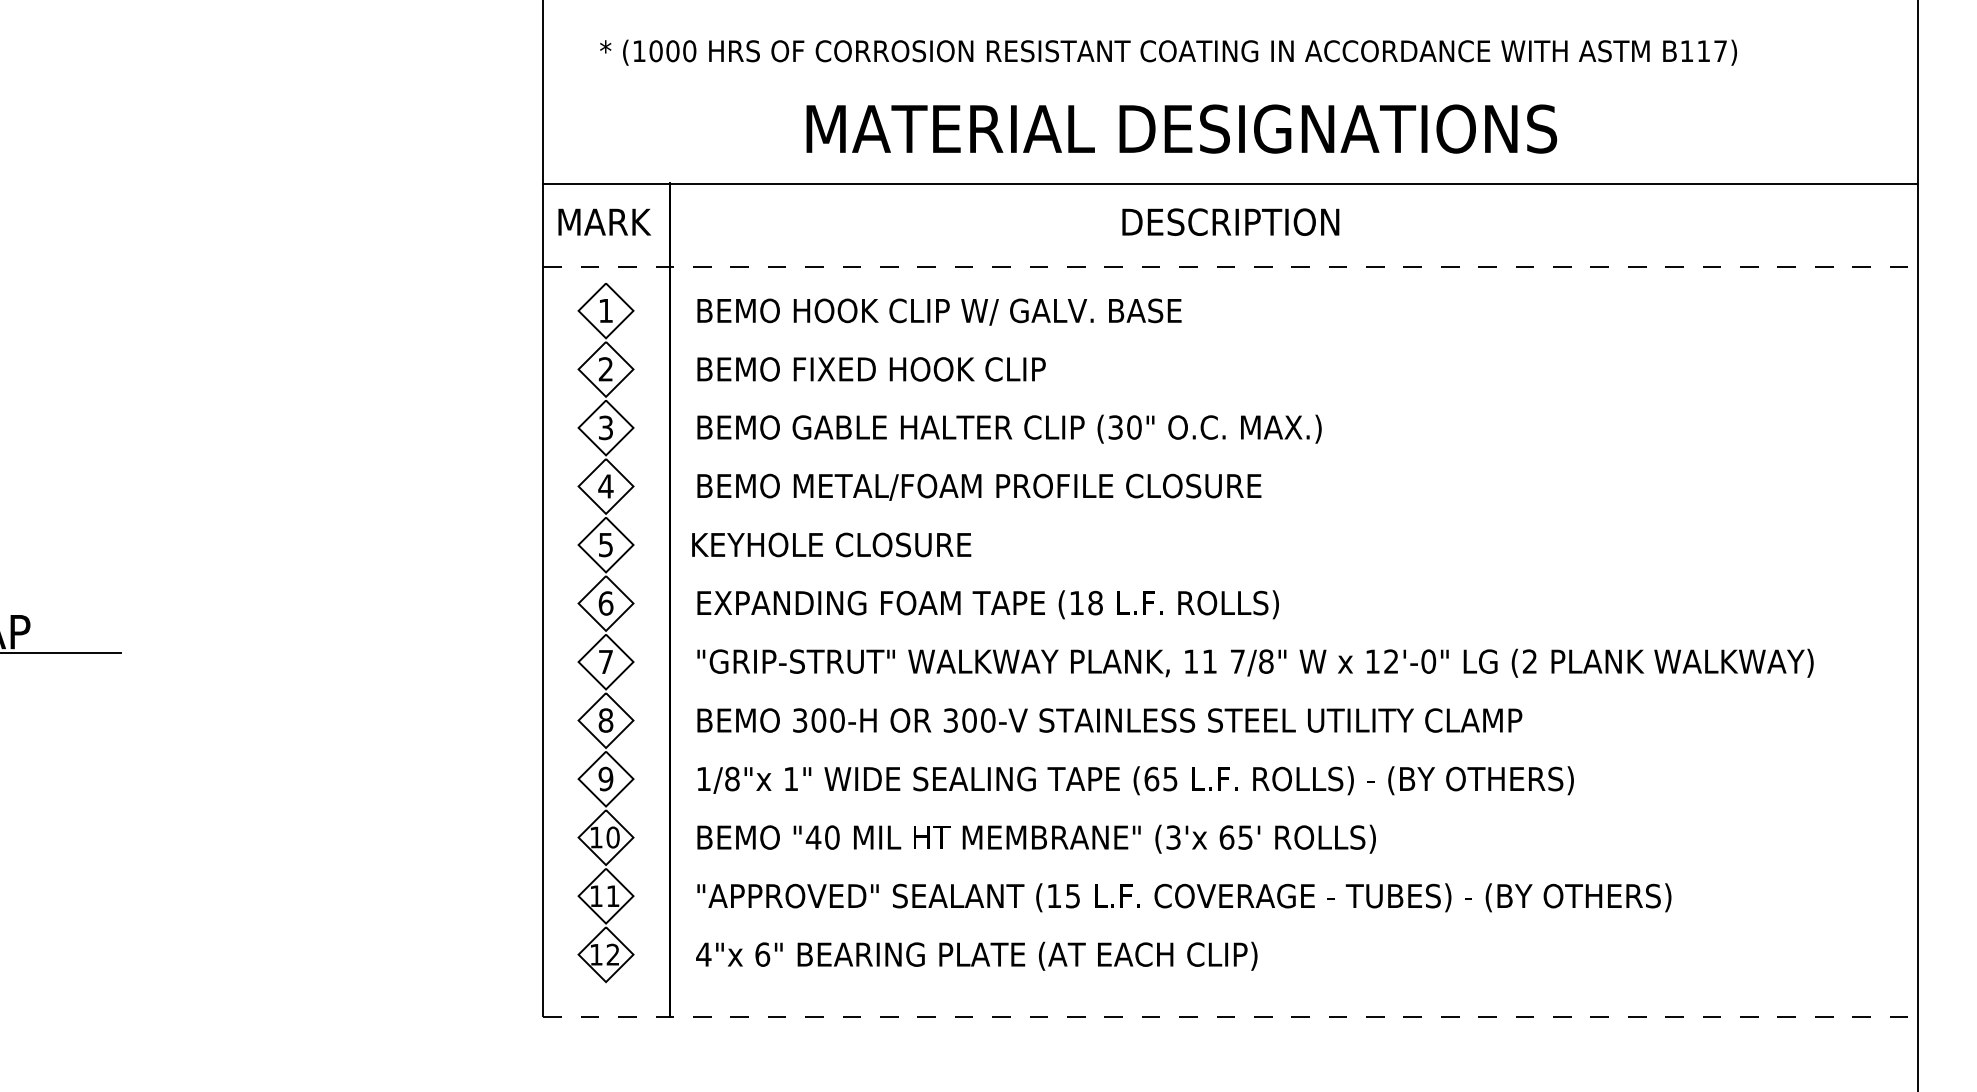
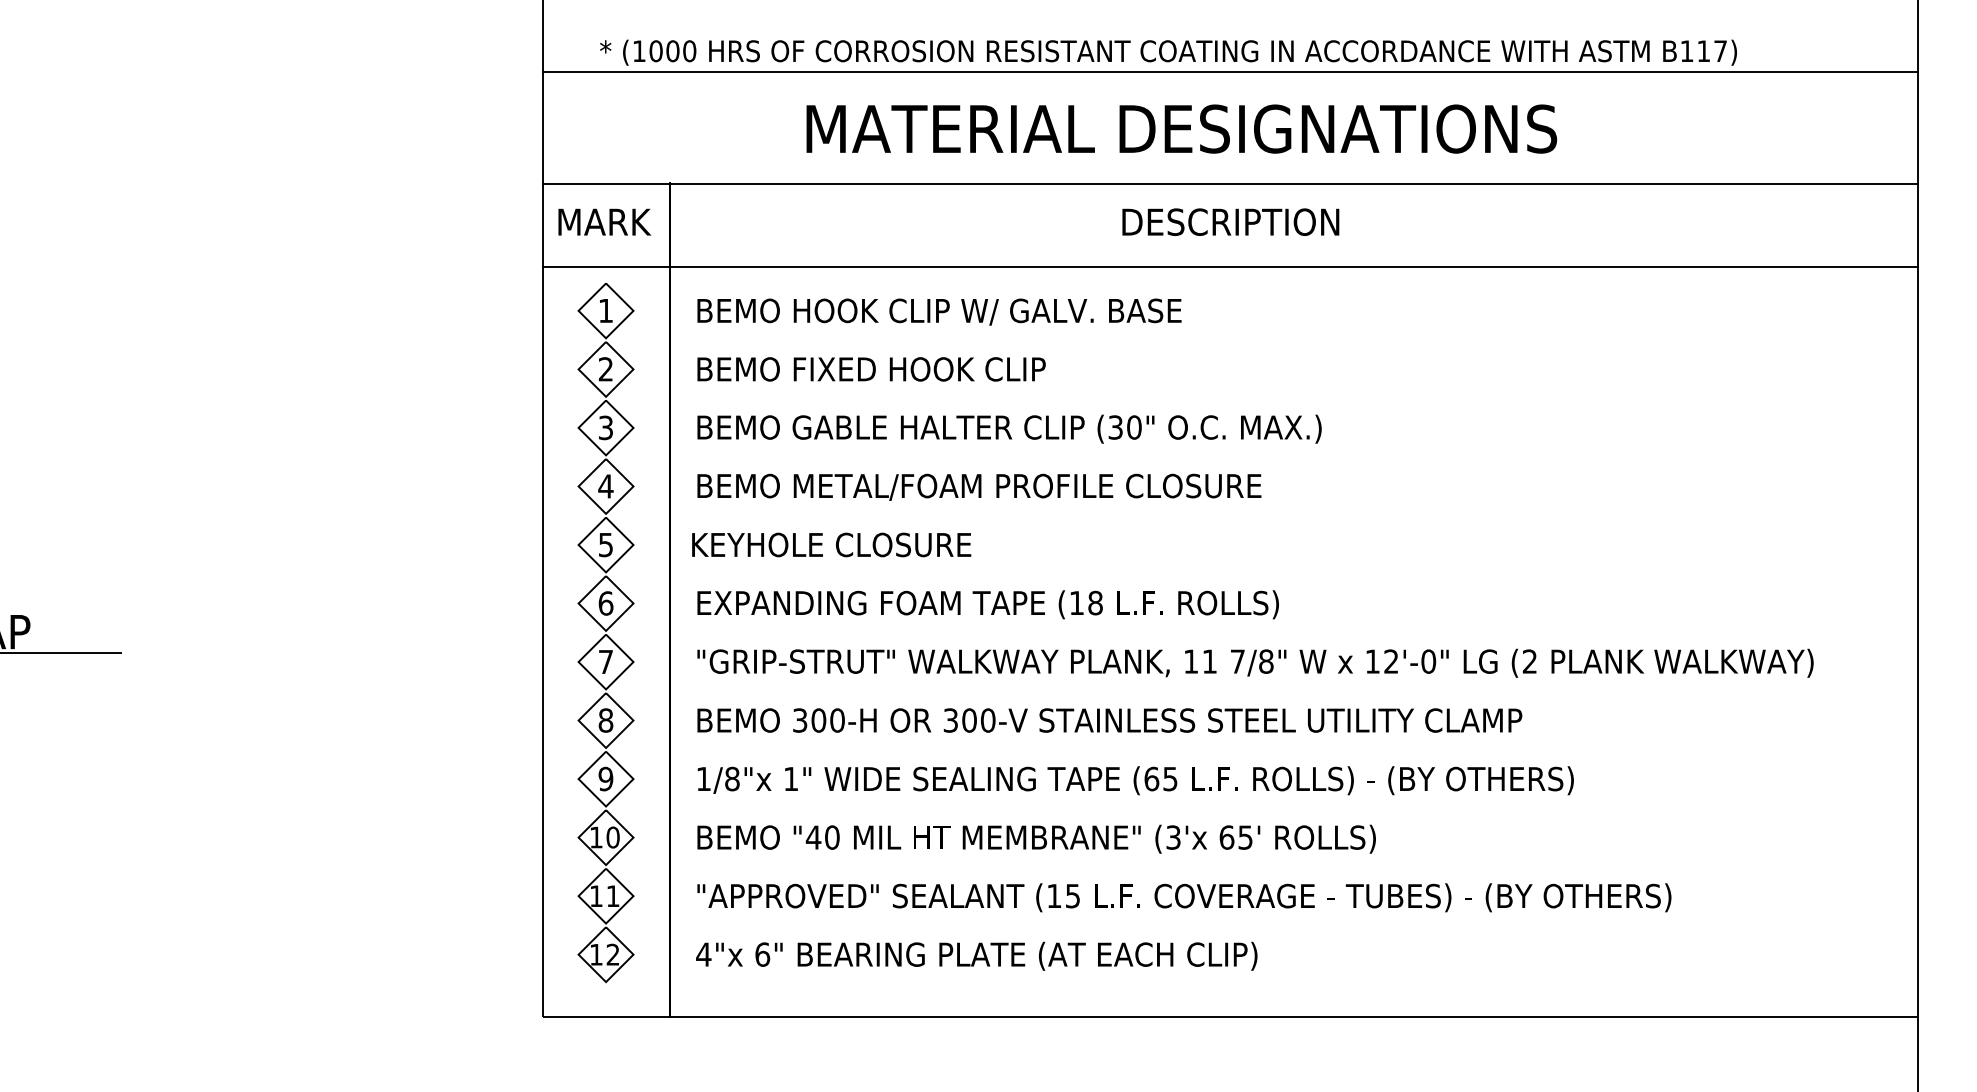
line at (1230, 71): none -> present
line at (1231, 267): dashed -> solid
line at (1231, 1016): dashed -> solid
